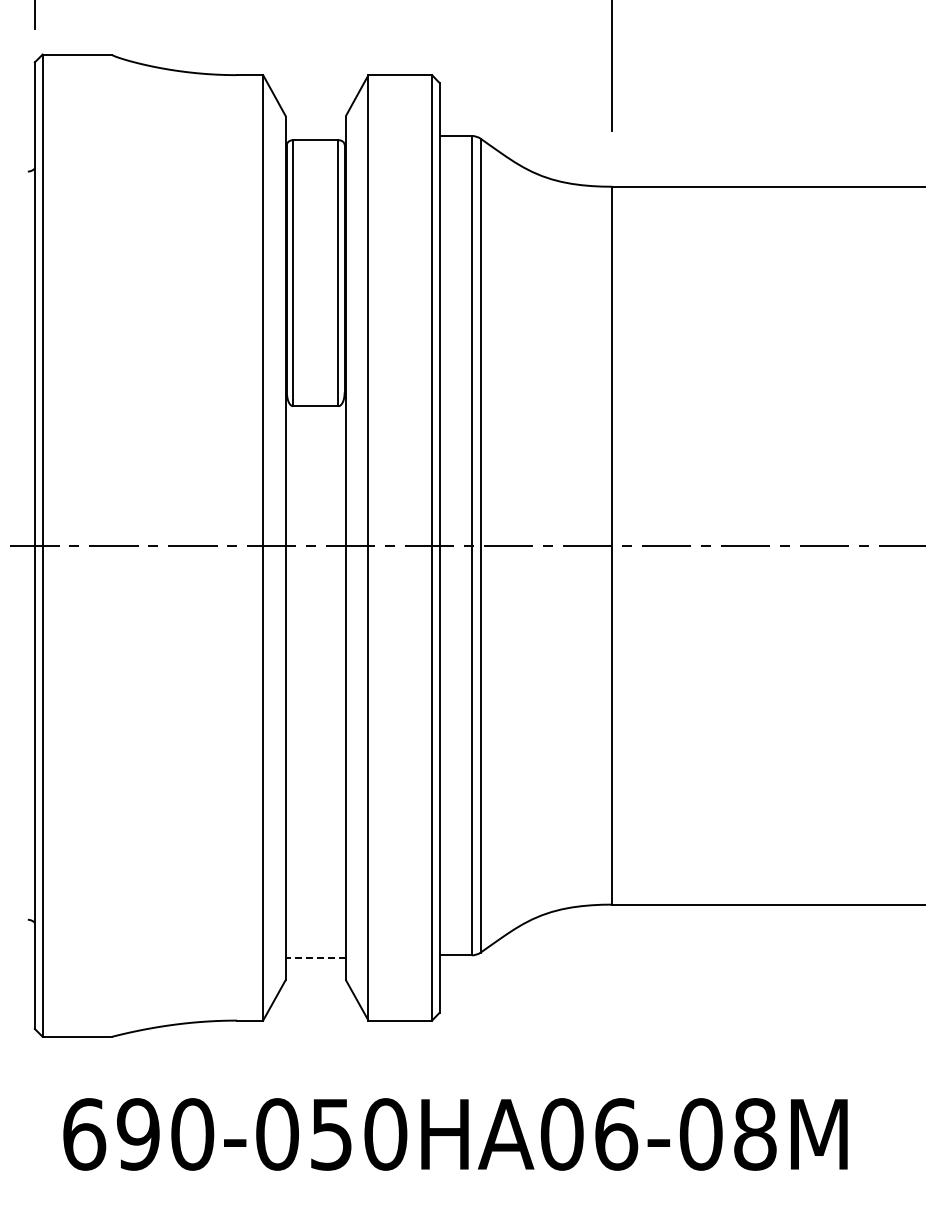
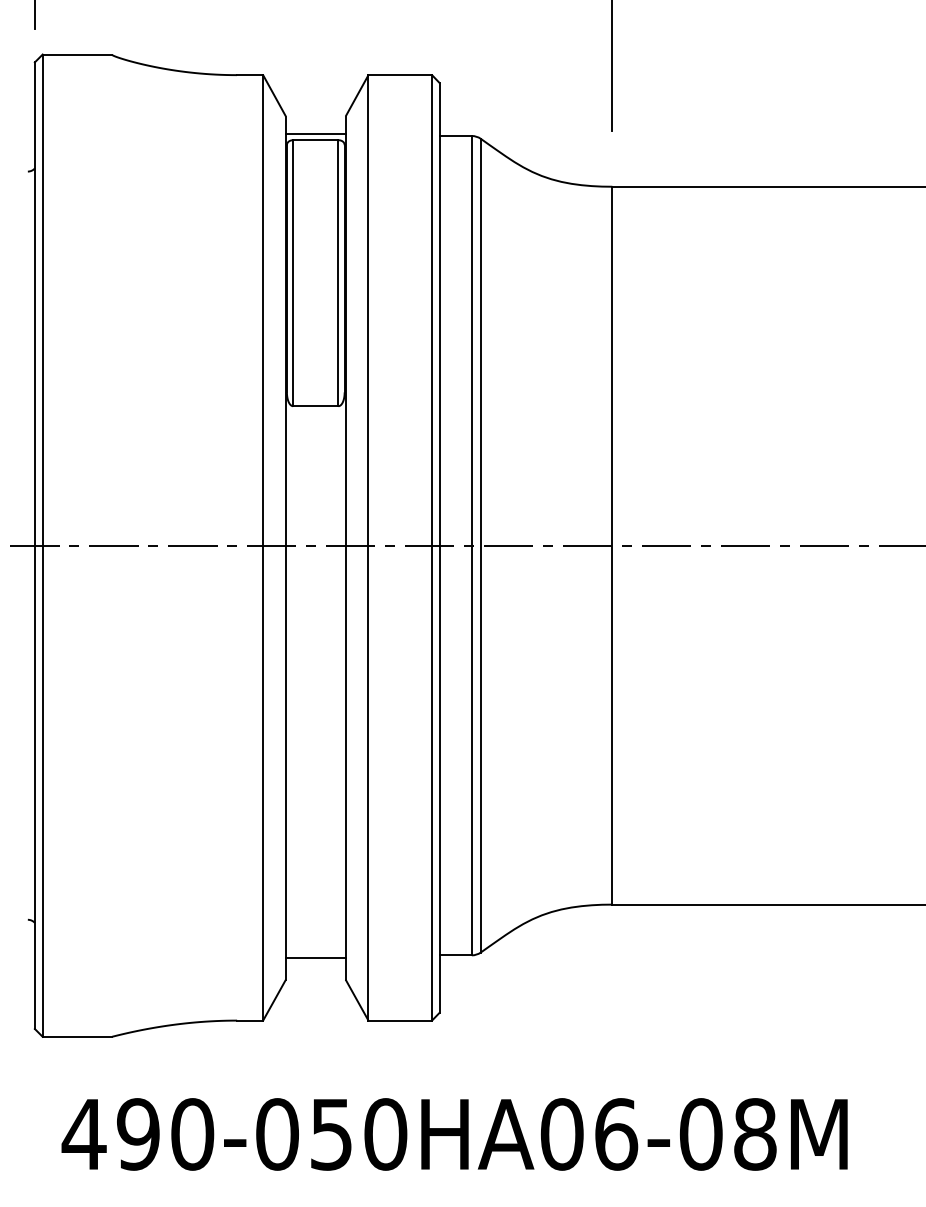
line at (315, 133): none -> present
line at (315, 957): dashed -> solid
text at (83, 1134): 690-050HA06-08M -> 490-050HA06-08M
